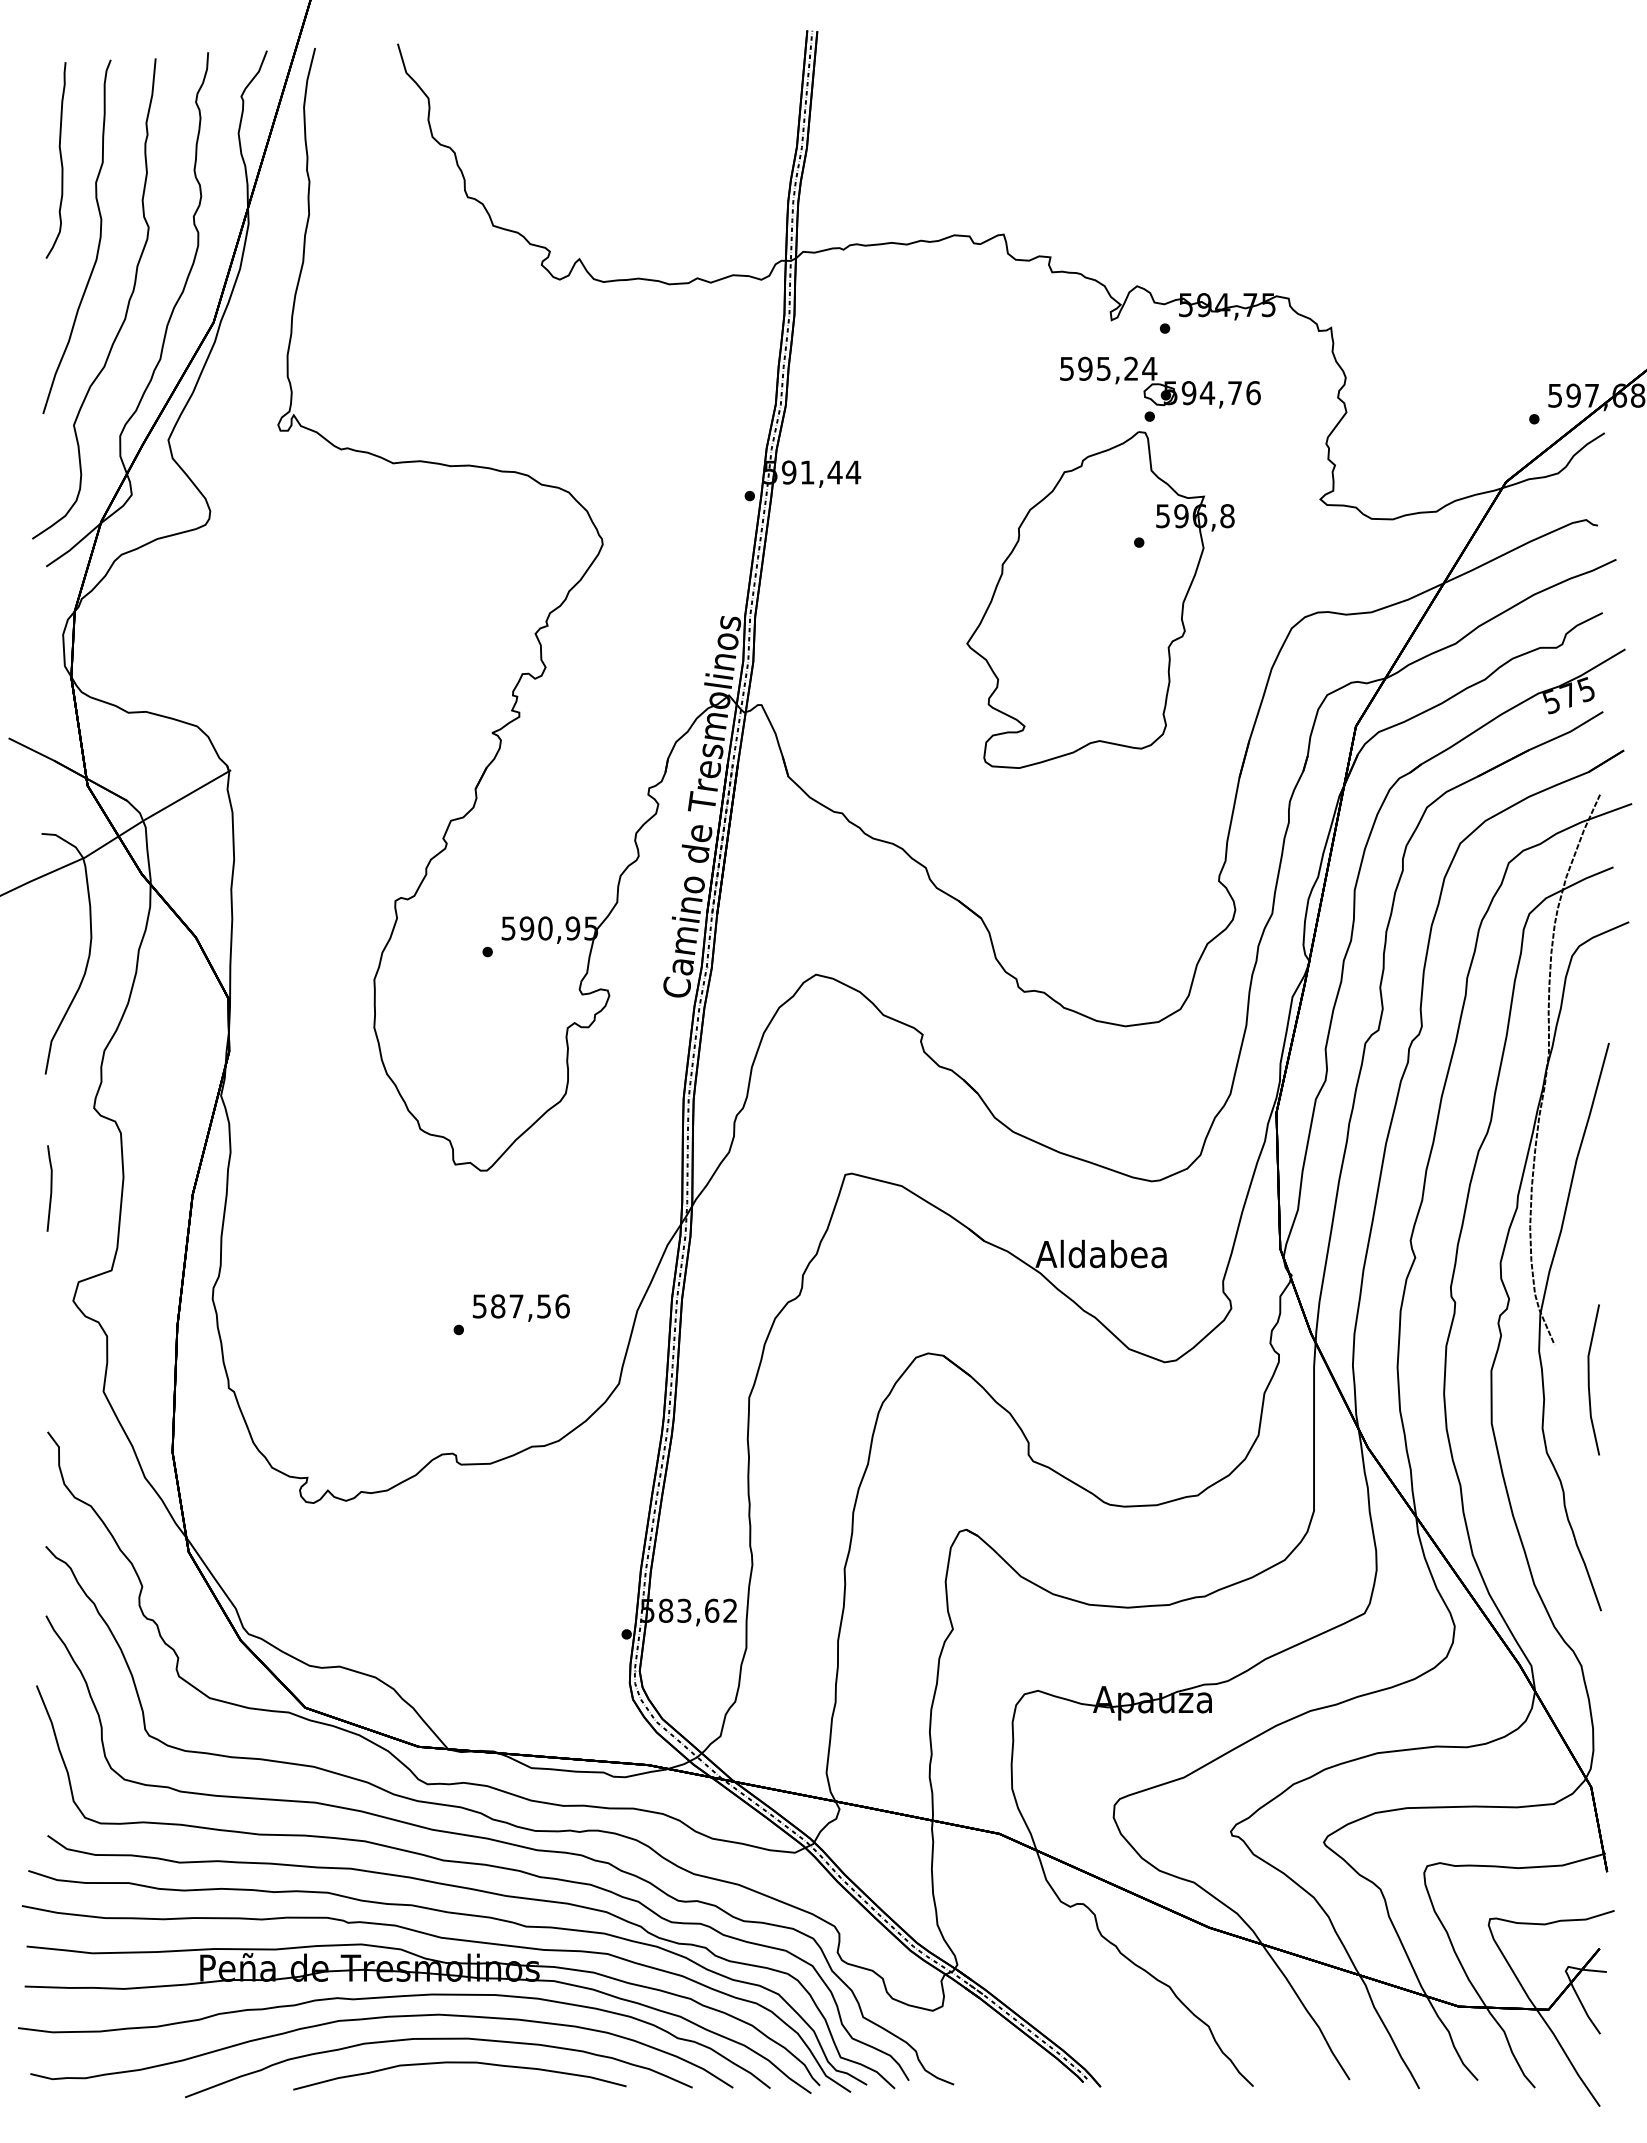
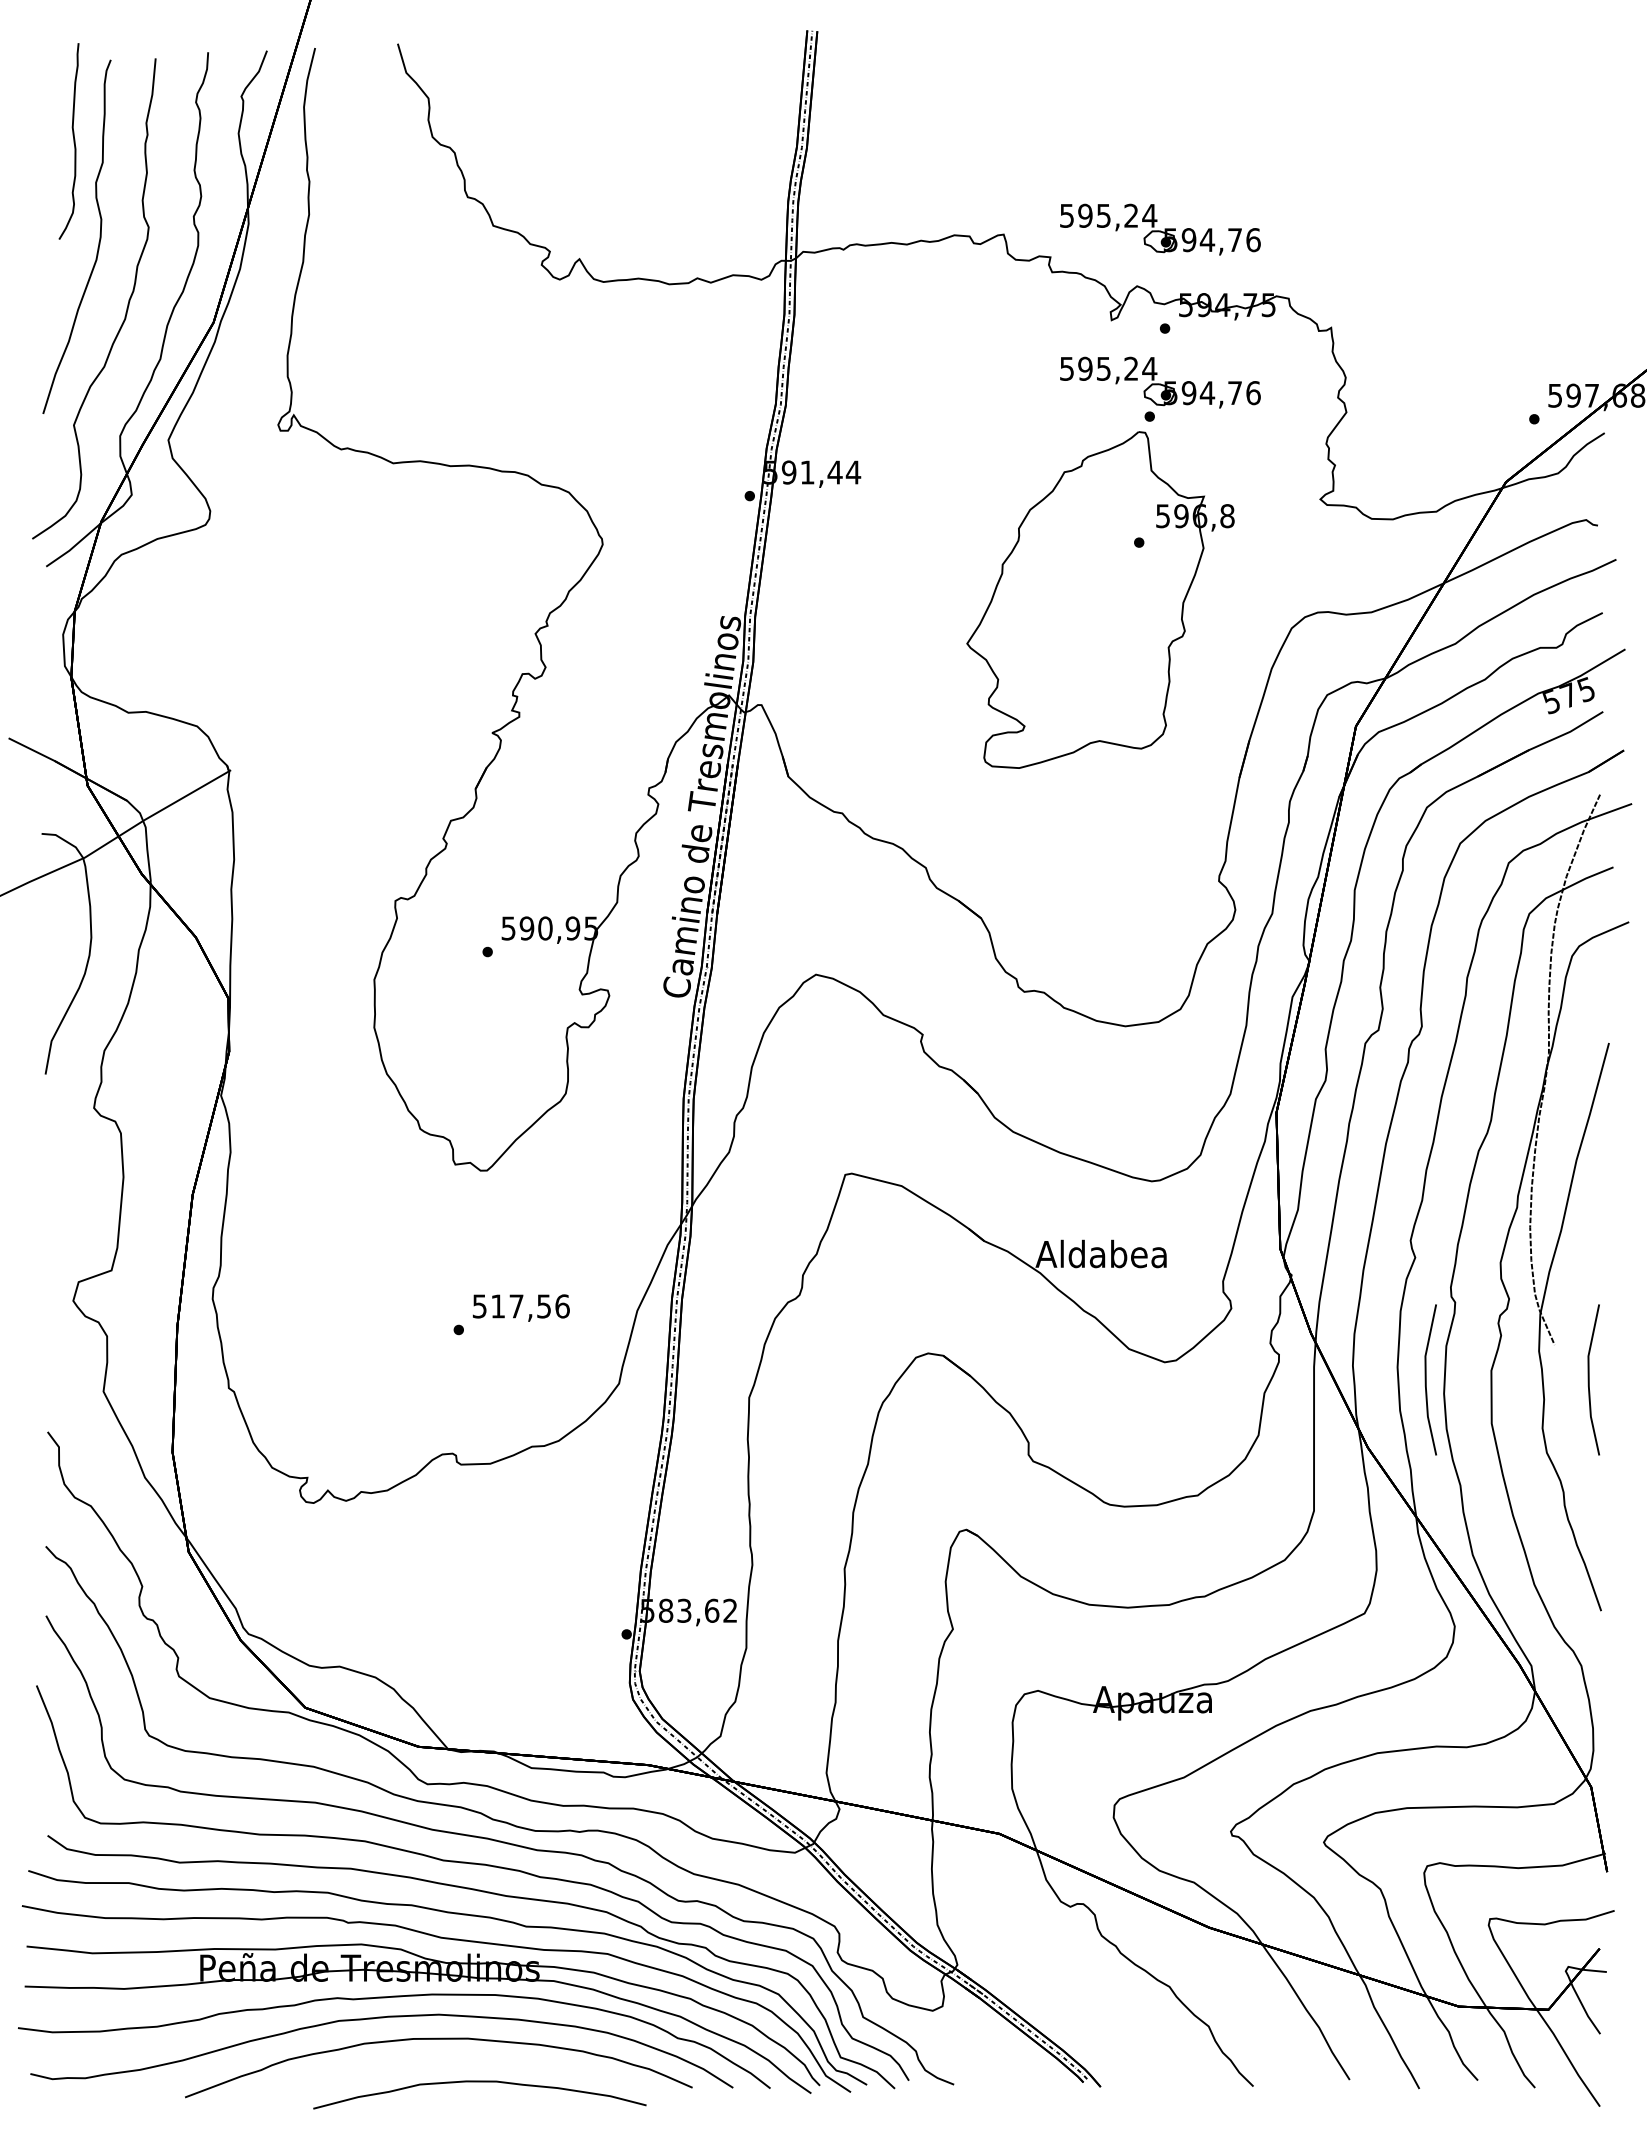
curve at (60, 160) position: (60, 160) -> (73, 141)
part at (1160, 229): none -> present
line at (50, 1188): present -> none
text at (498, 1306): 587,56 -> 517,56
line at (1426, 1379): none -> present
curve at (459, 2063) position: (459, 2063) -> (479, 2082)
